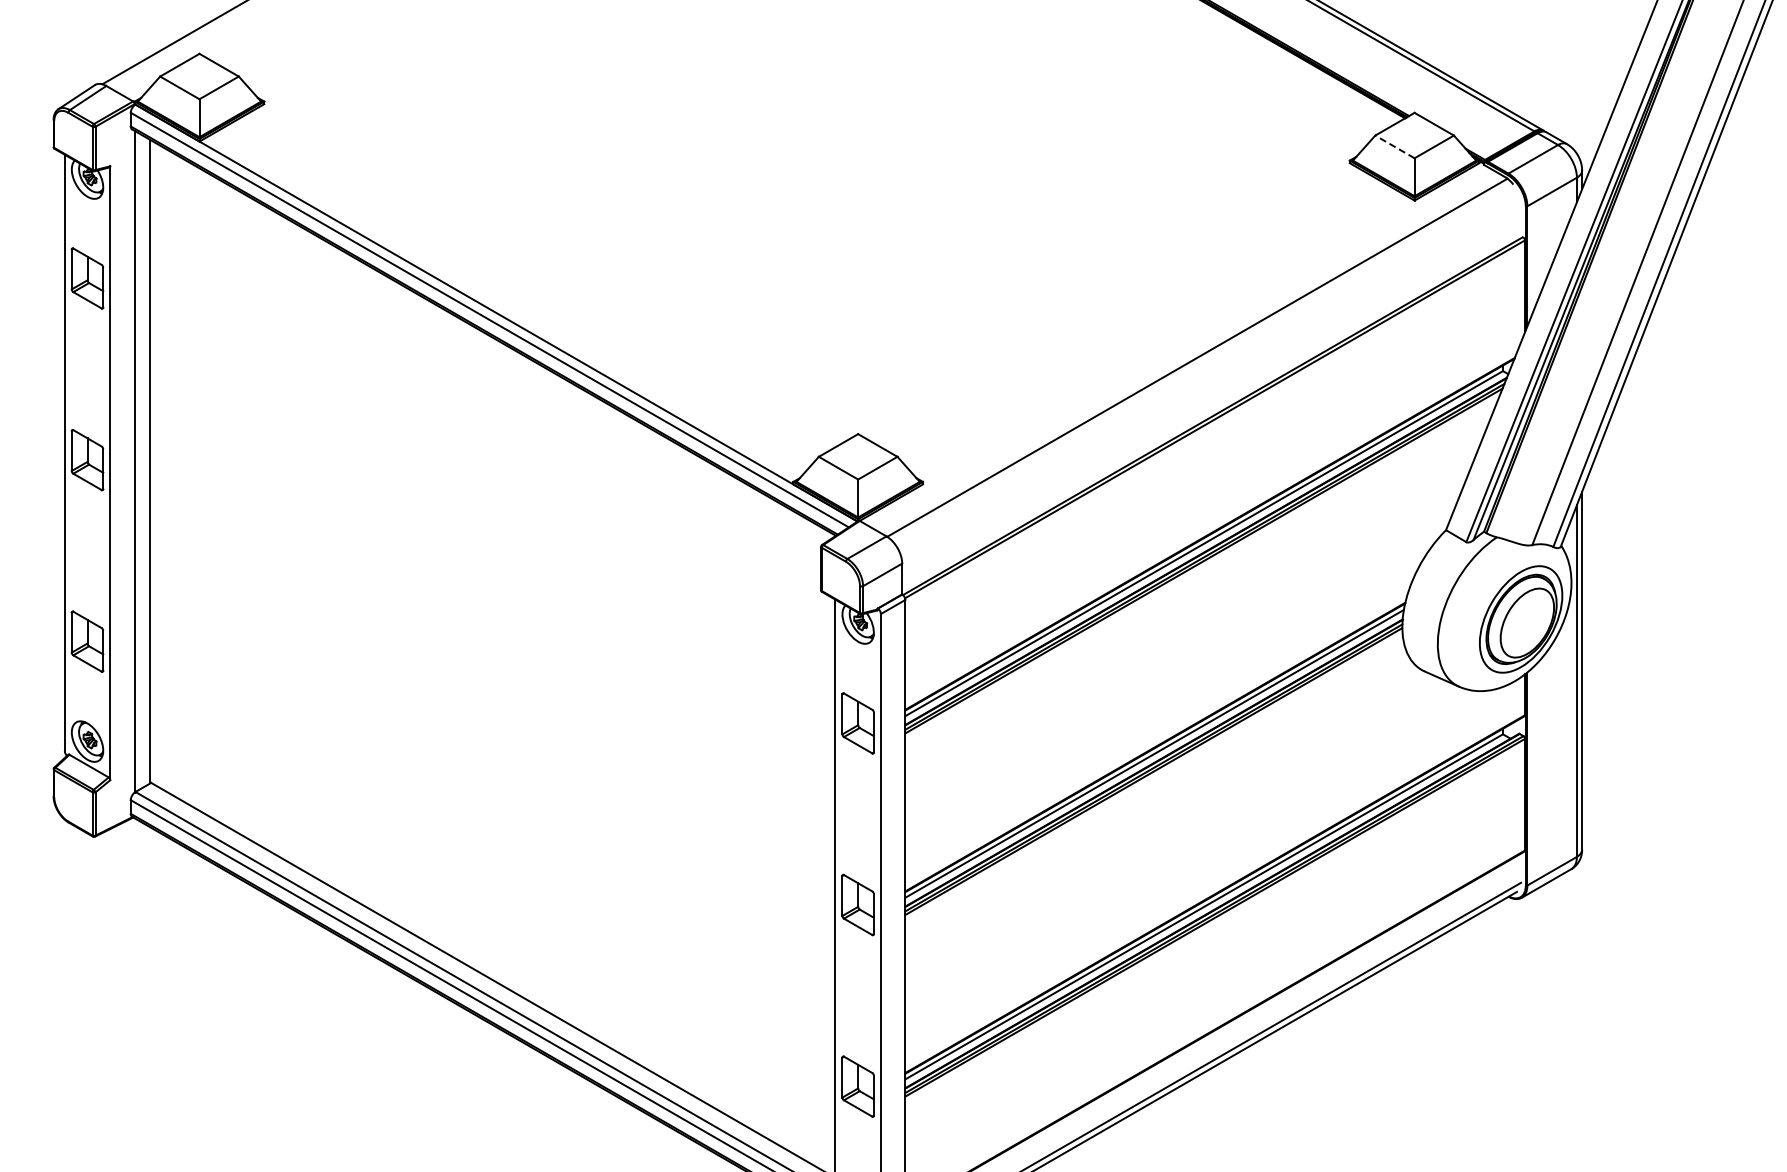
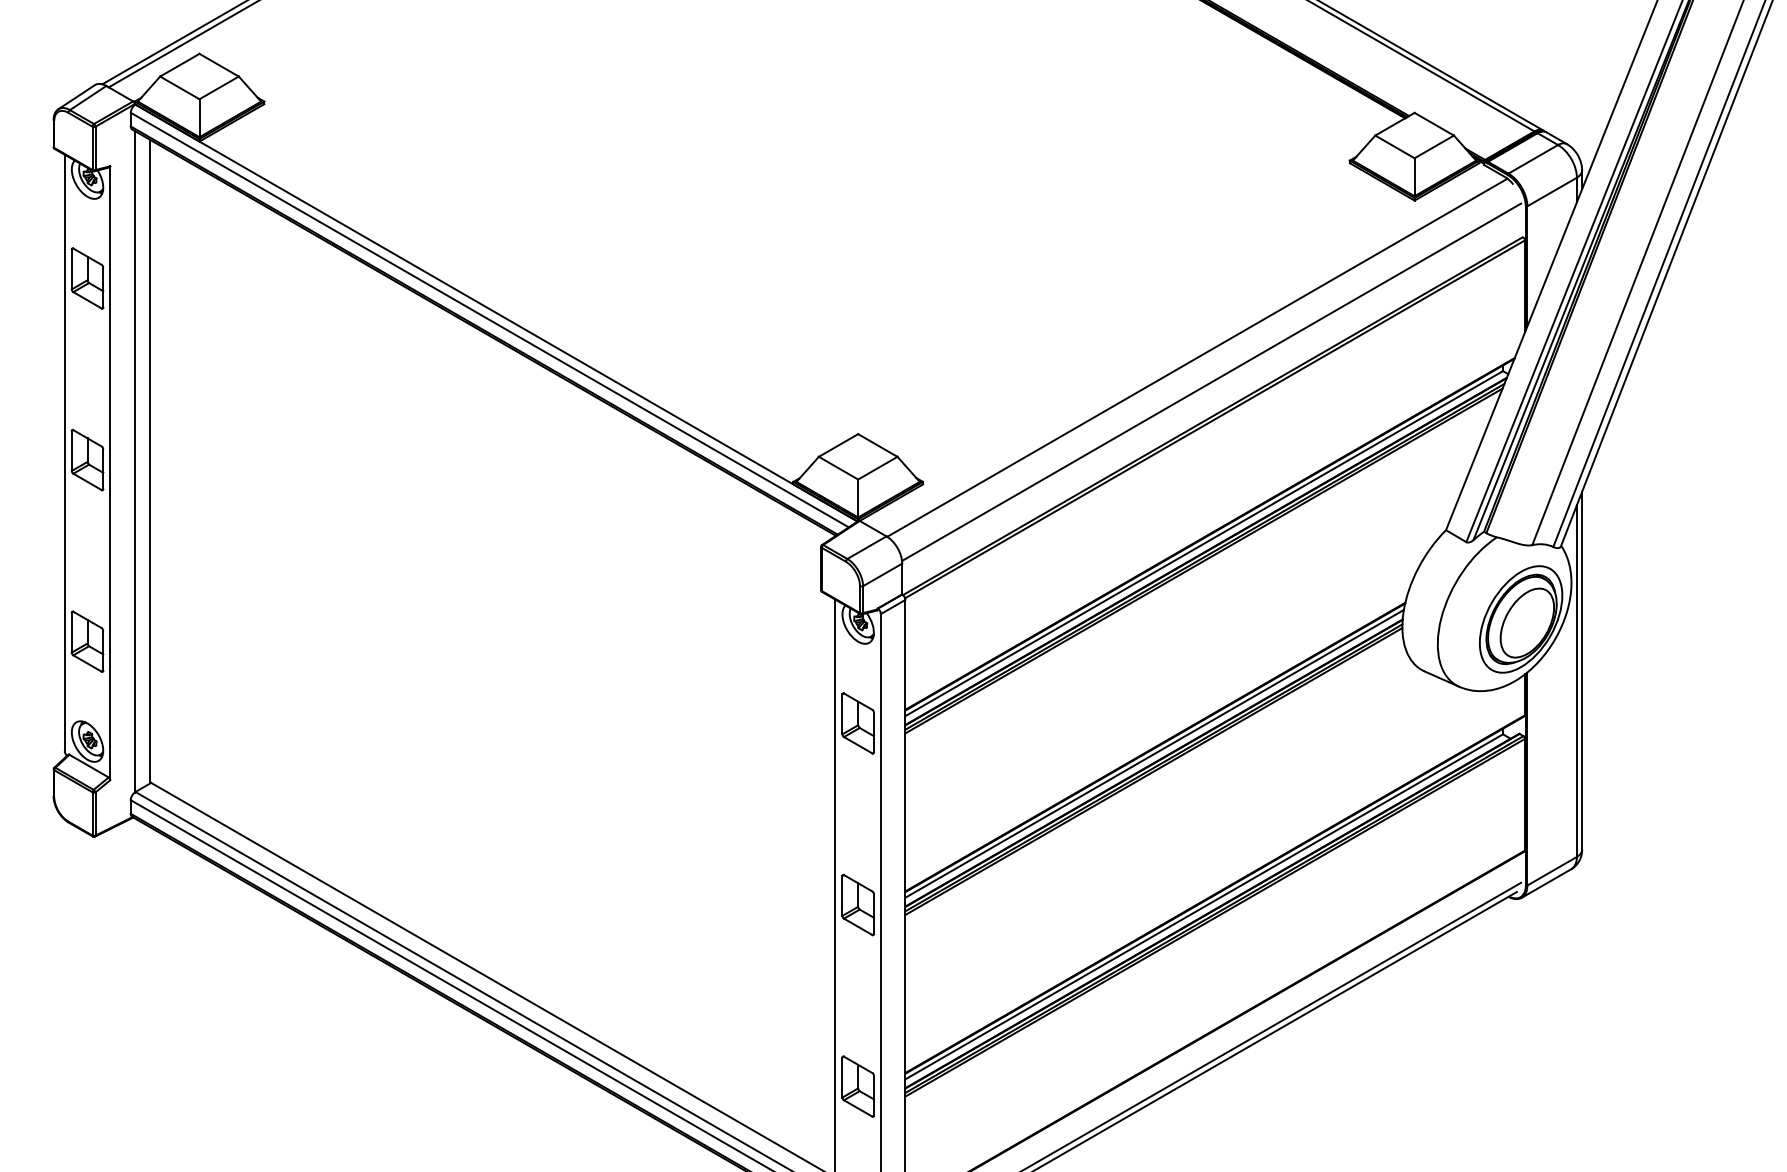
line at (182, 44): none -> present
line at (1394, 146): dashed -> solid
line at (1211, 381): none -> present
